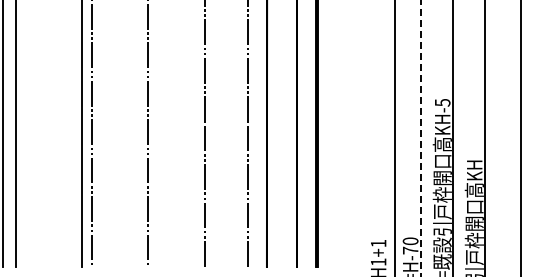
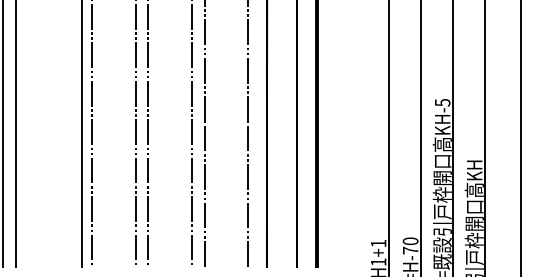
line at (135, 134): none -> present
line at (191, 134): none -> present
line at (394, 137) position: (394, 137) -> (388, 137)
line at (420, 138): dashed -> solid
